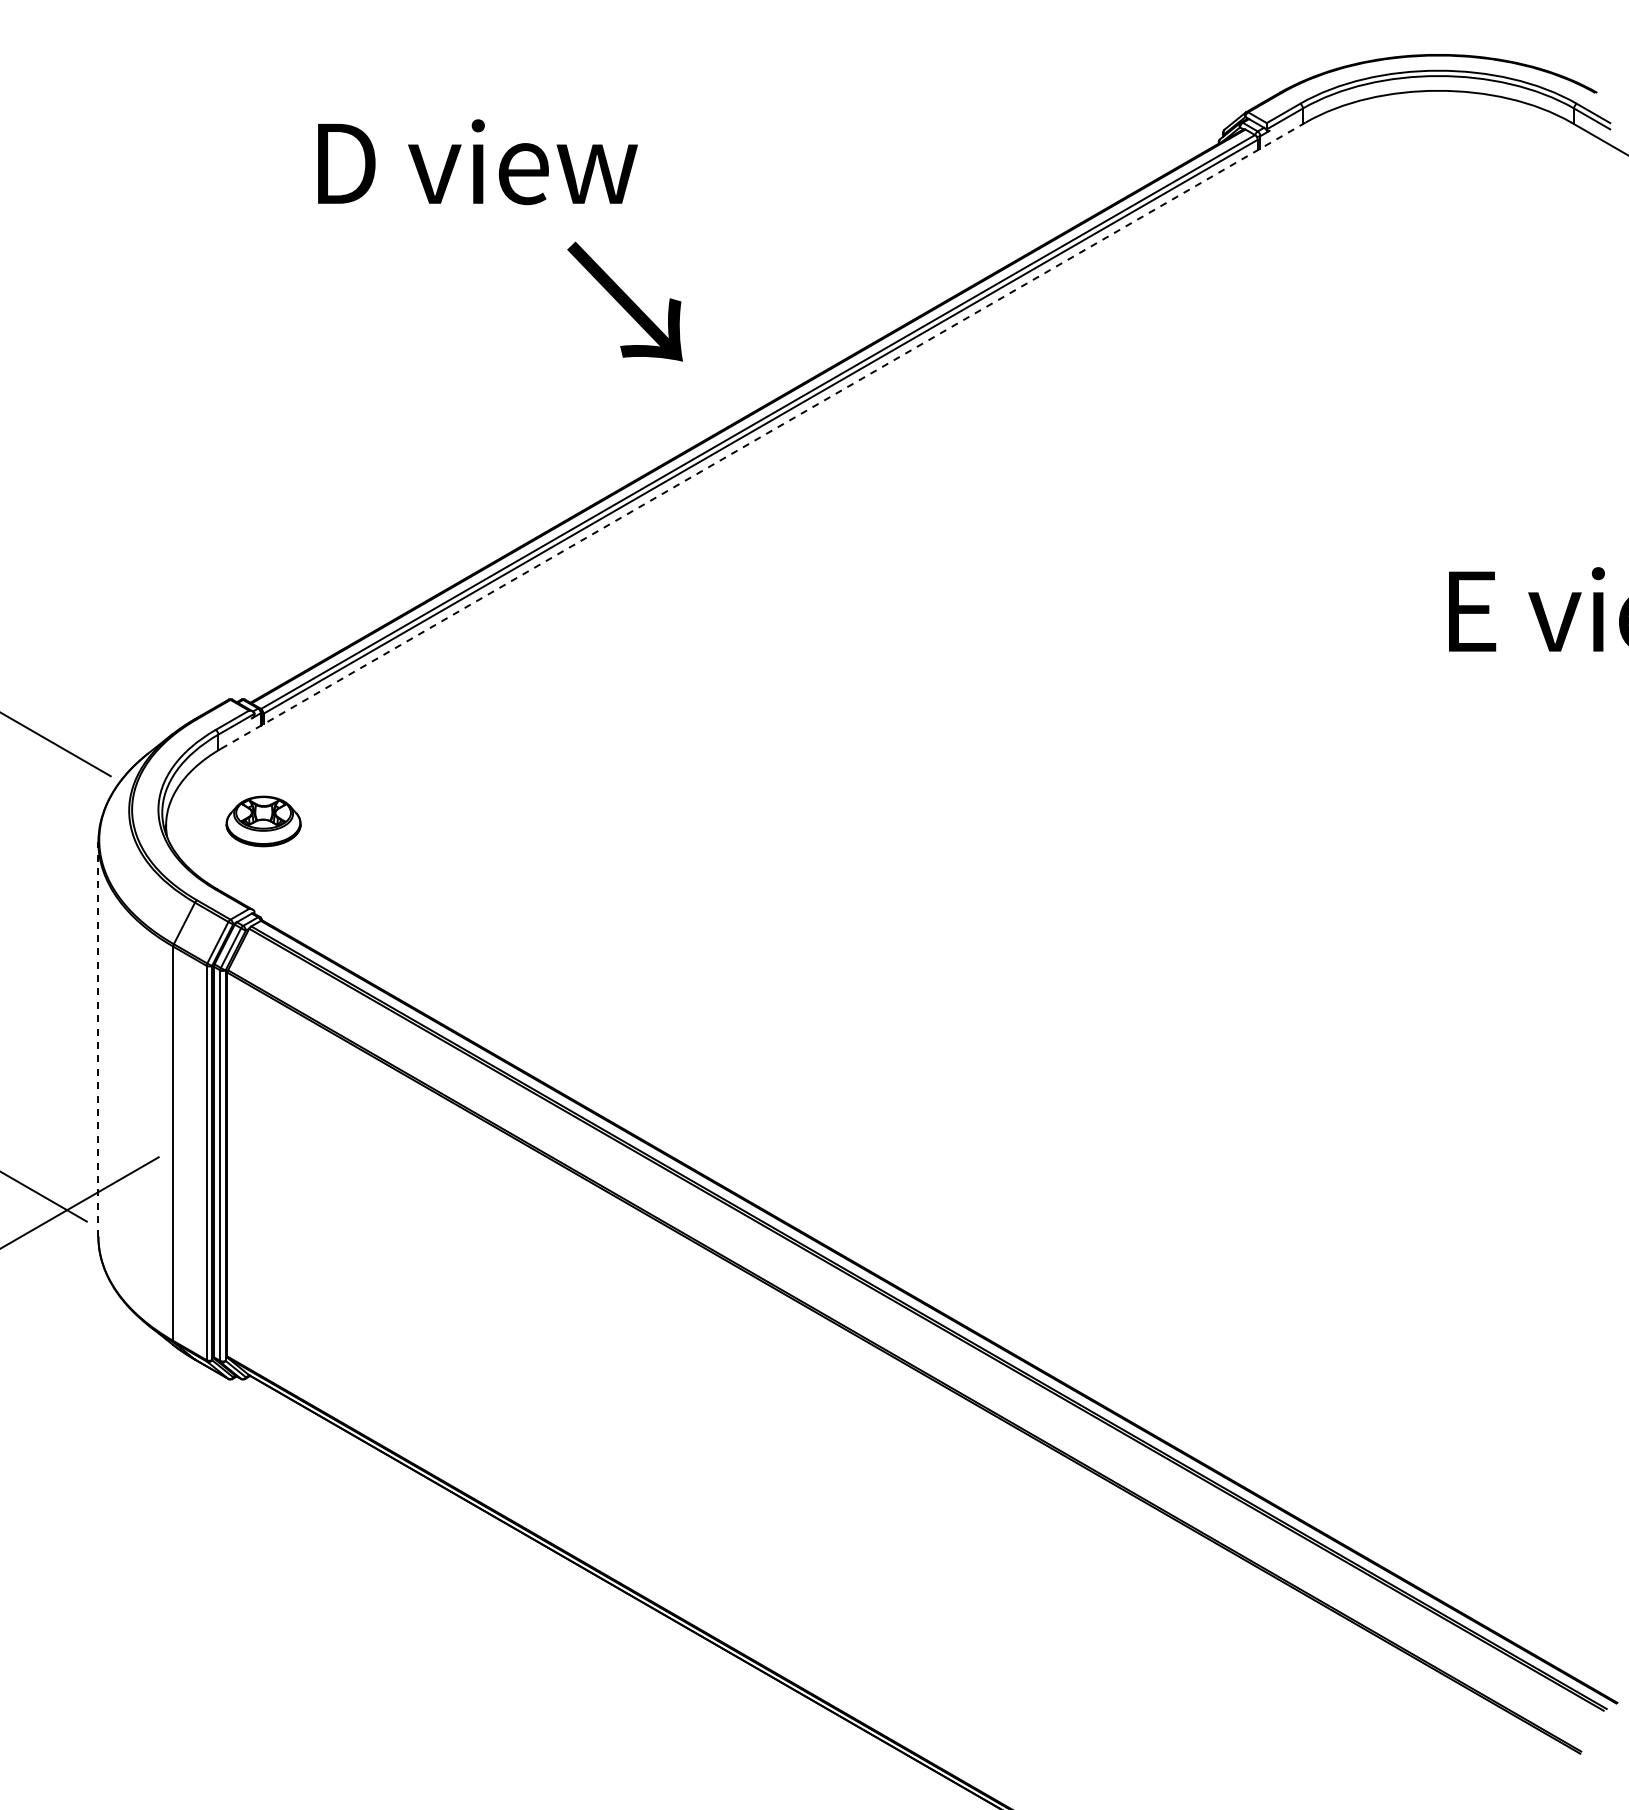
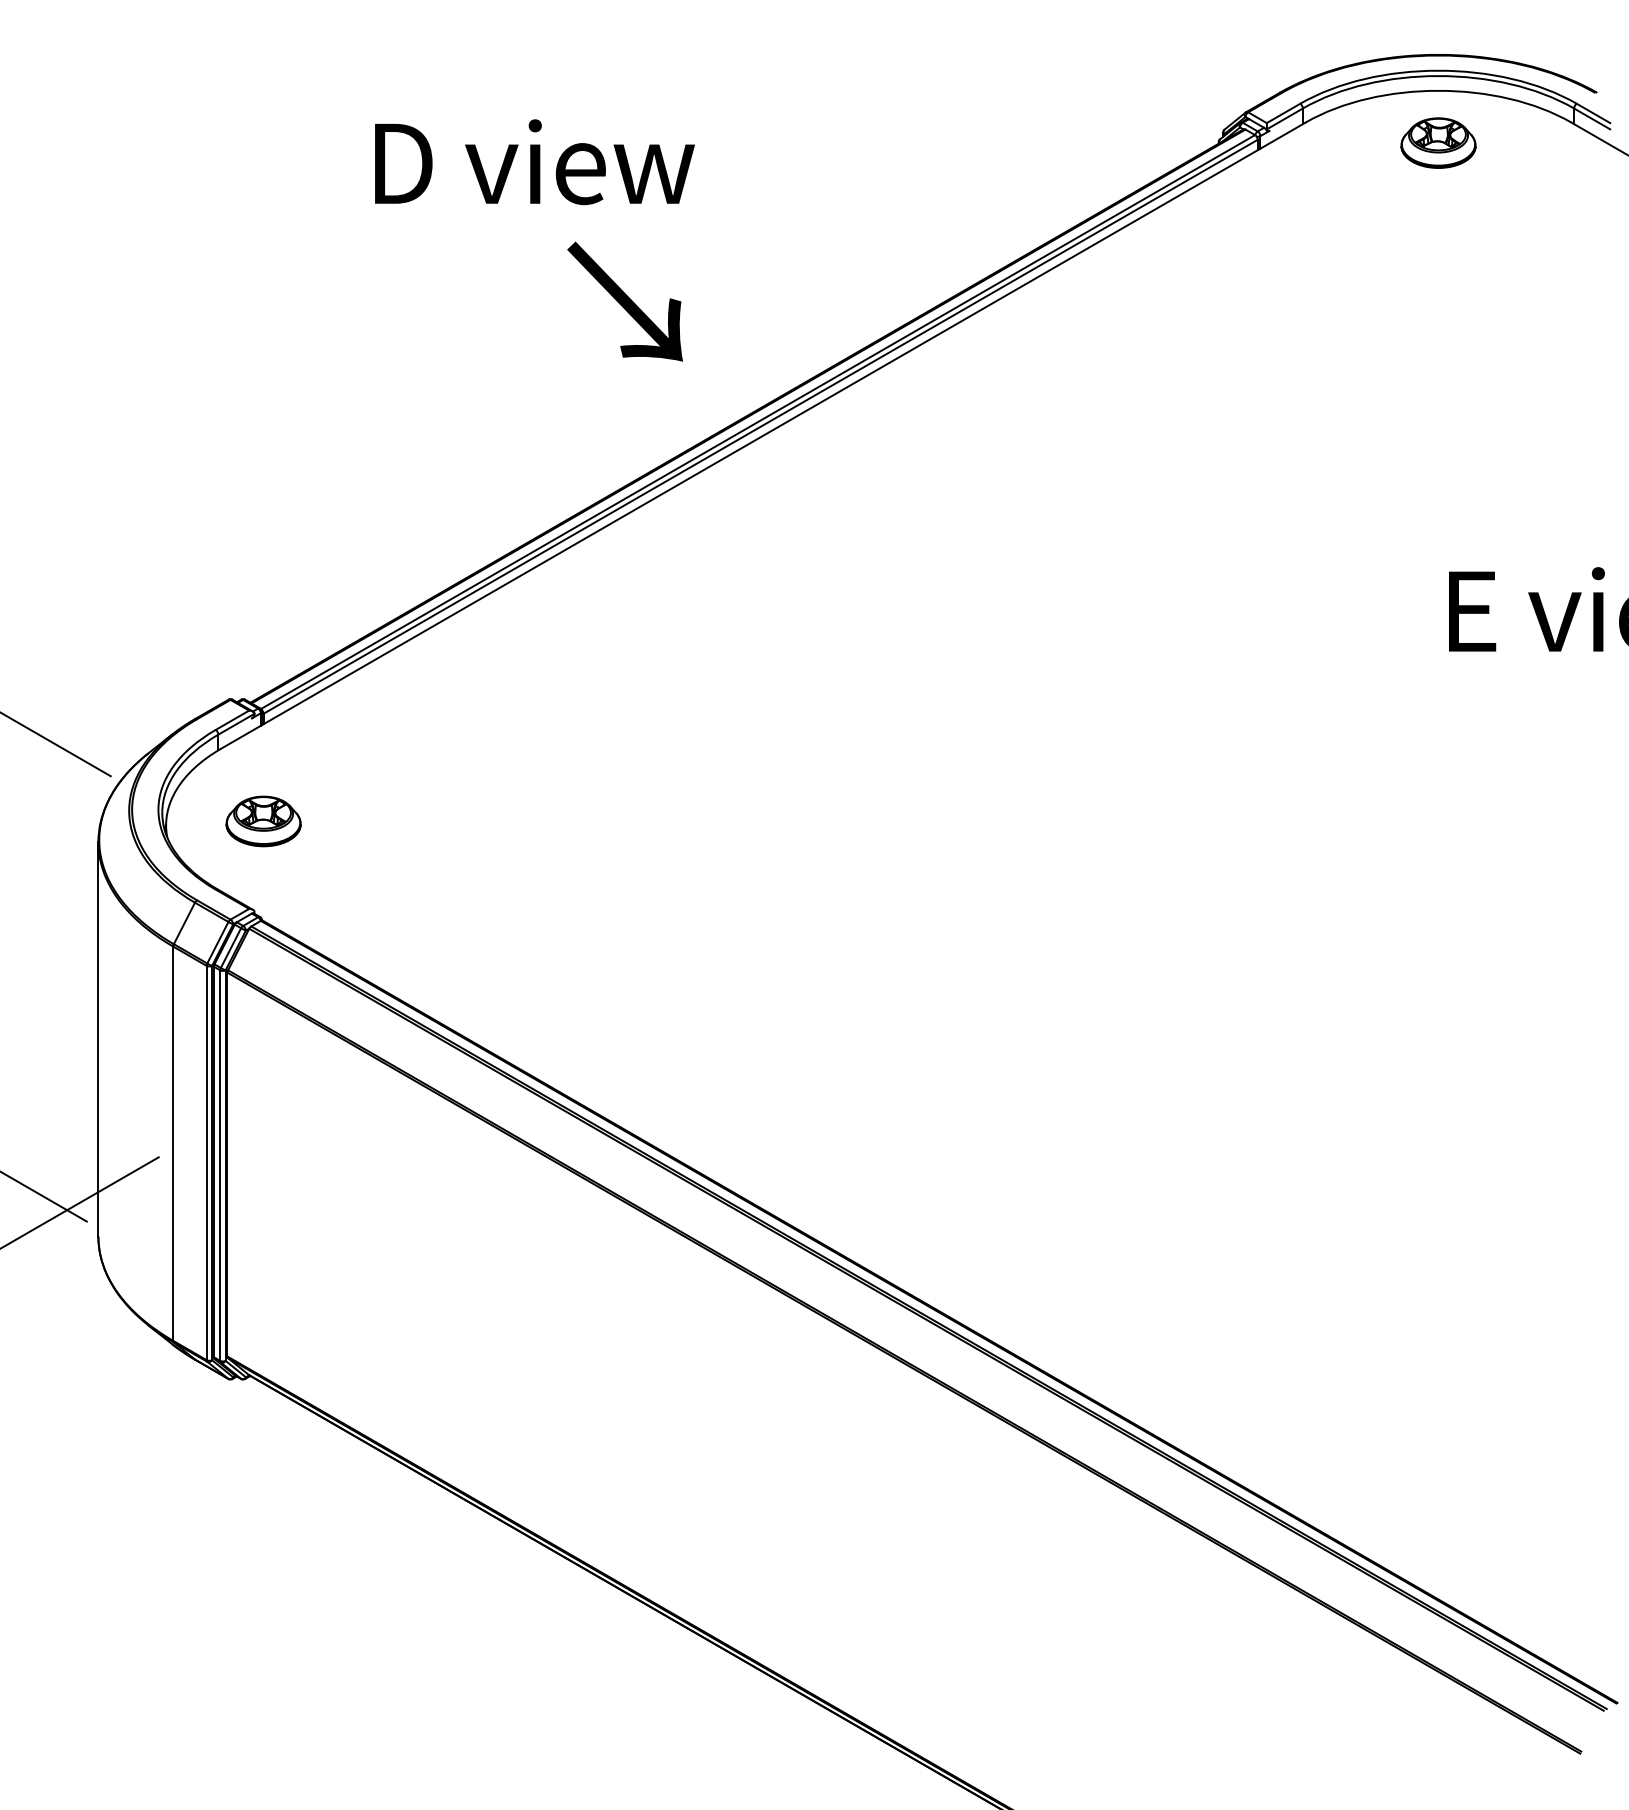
part at (1438, 142): none -> present
text at (477, 162) position: (477, 162) -> (534, 162)
line at (763, 435): dashed -> solid
line at (98, 1038): dashed -> solid
